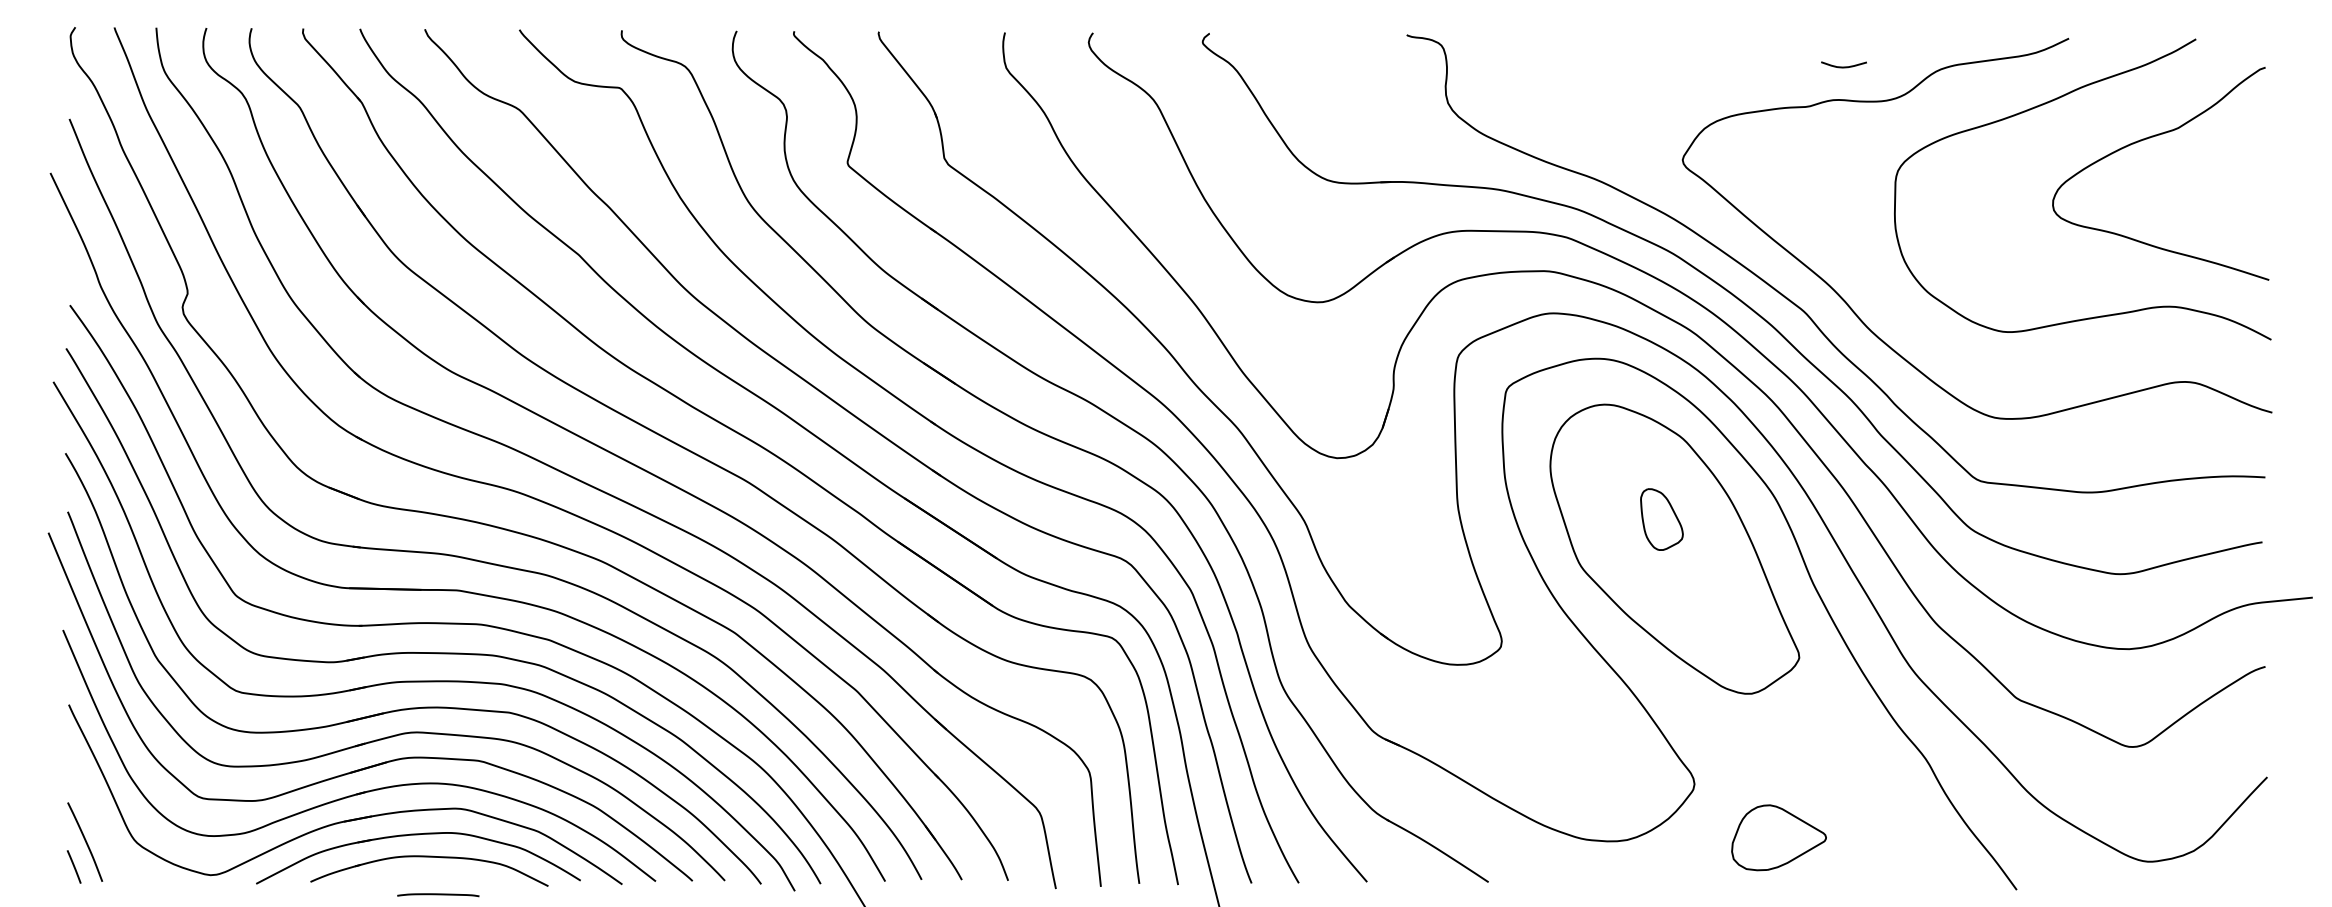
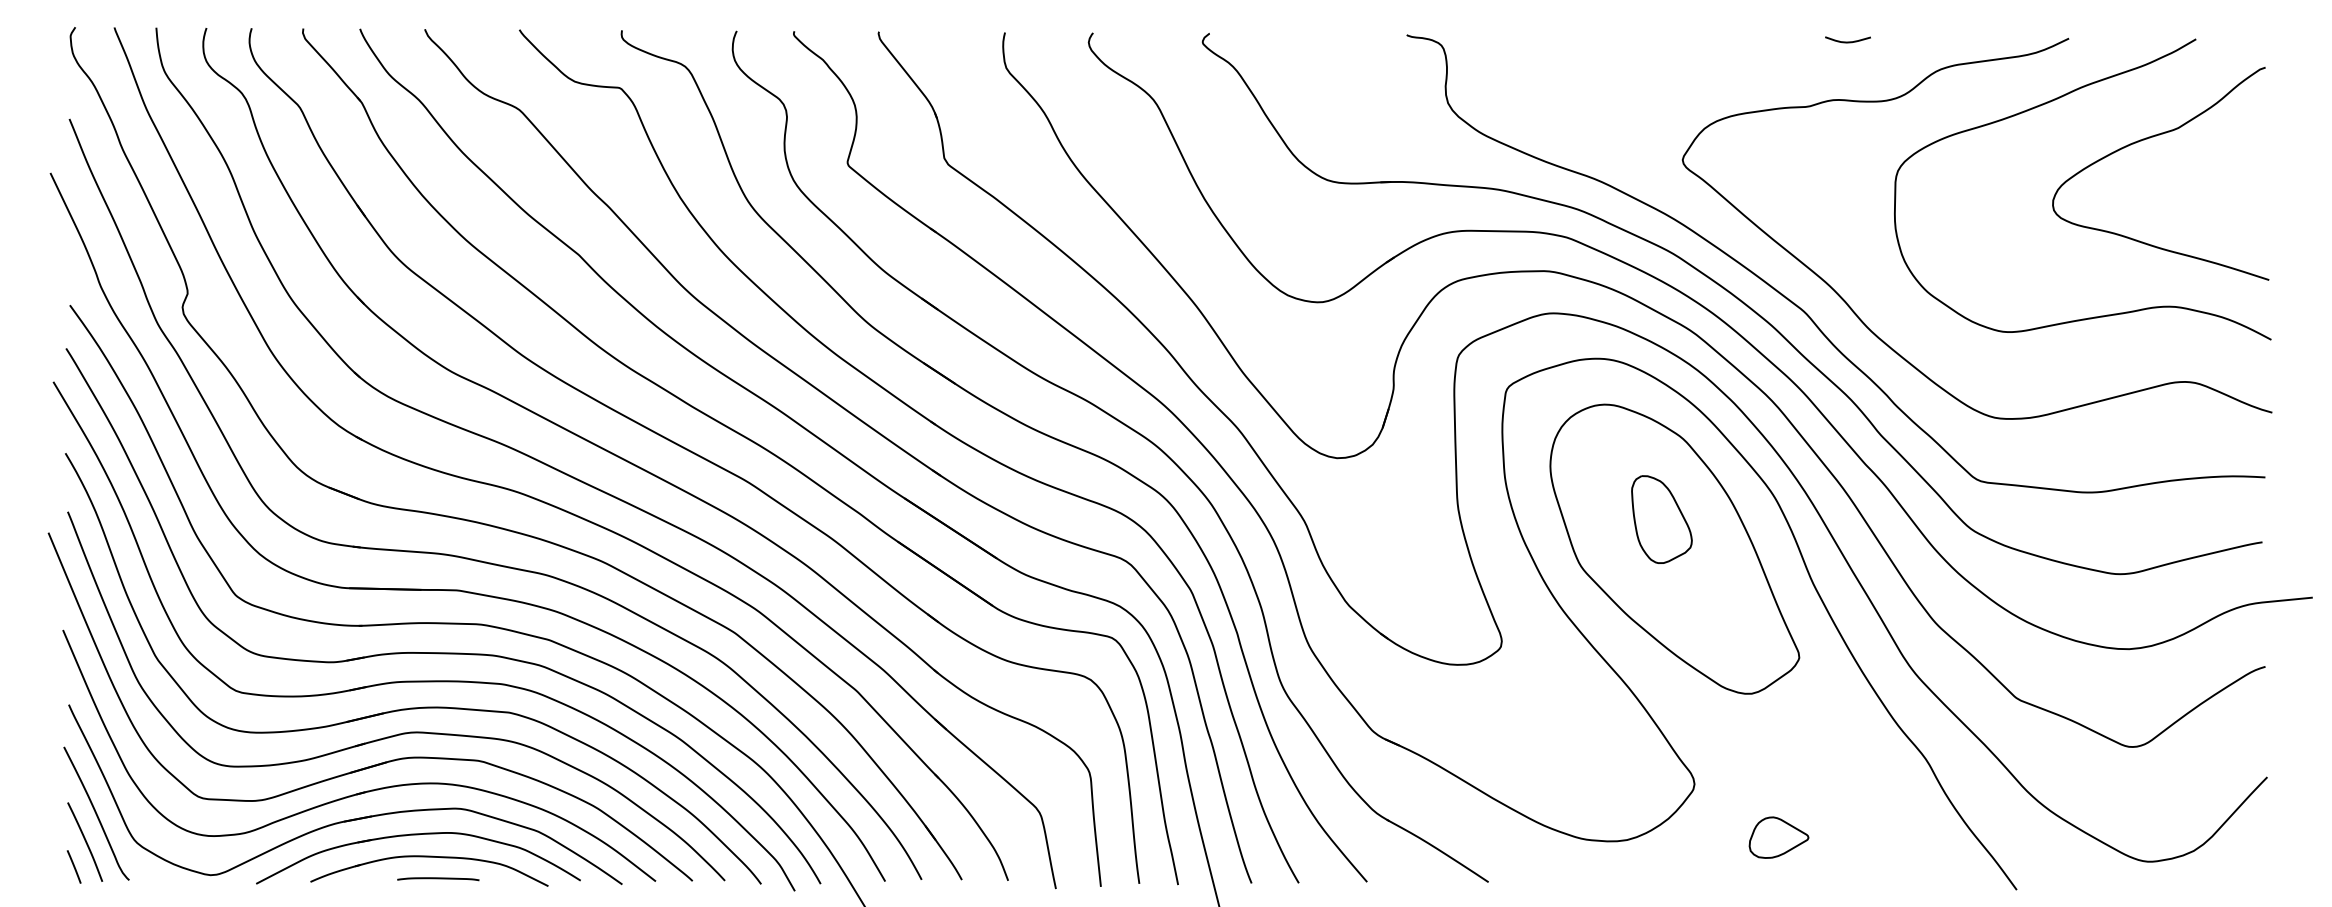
curve at (1843, 66) position: (1843, 66) -> (1847, 41)
part at (1661, 519) size: 44x63 px -> 62x89 px
curve at (96, 813): none -> present
part at (1778, 837) size: 96x68 px -> 62x43 px
curve at (438, 895) position: (438, 895) -> (438, 879)
